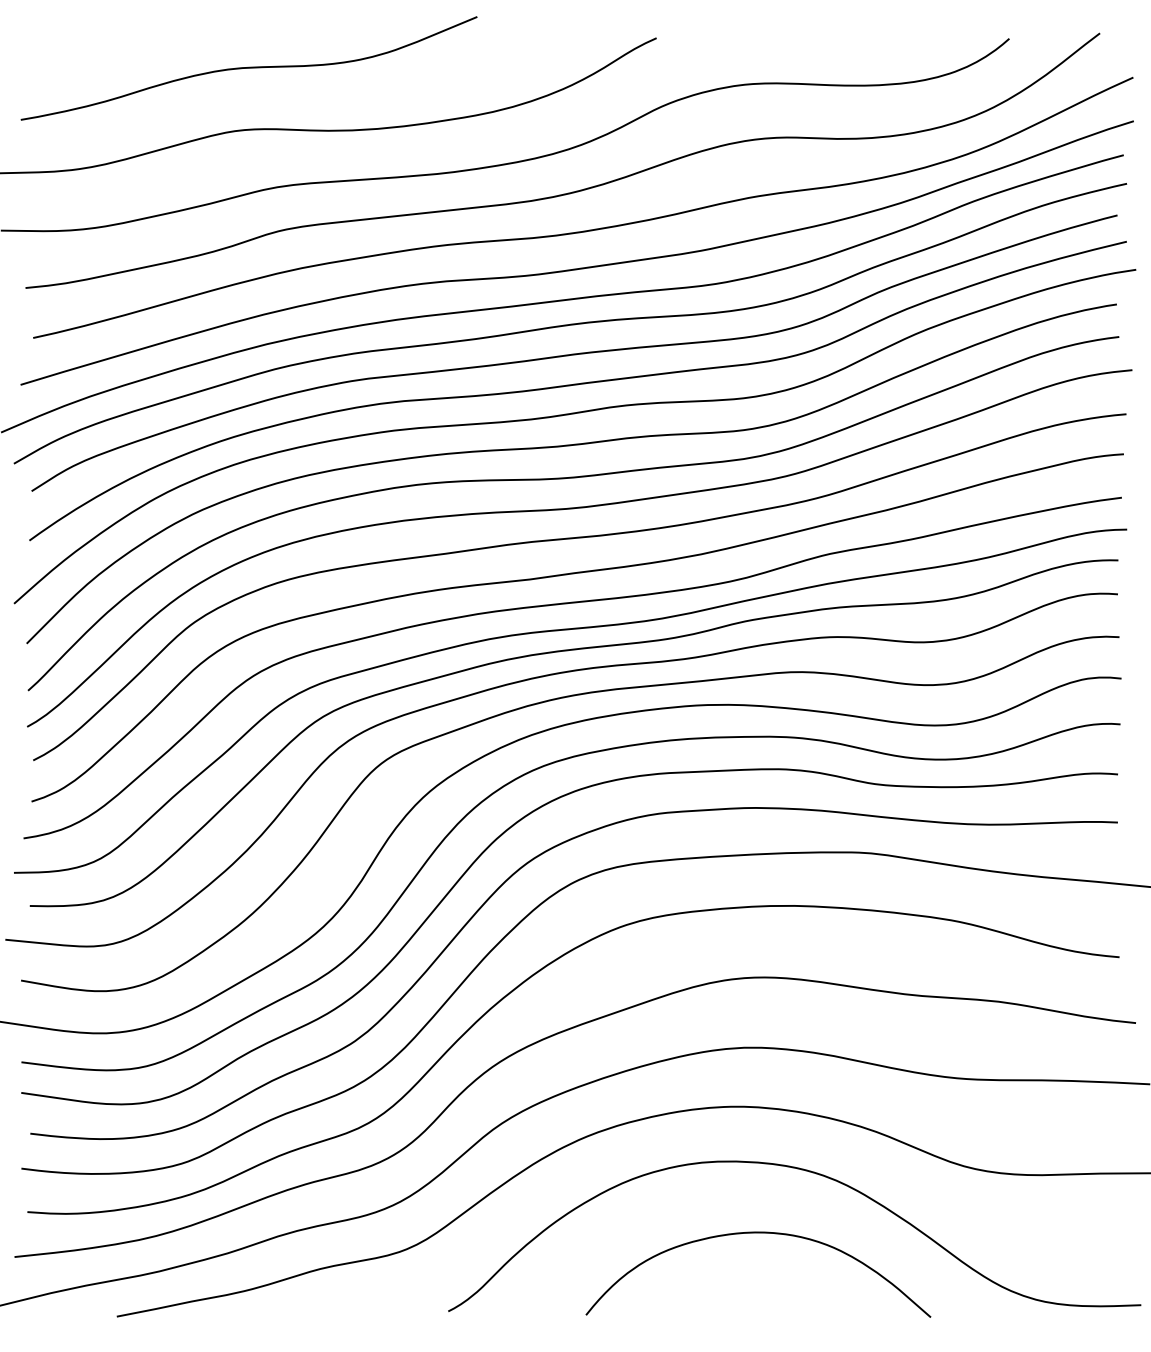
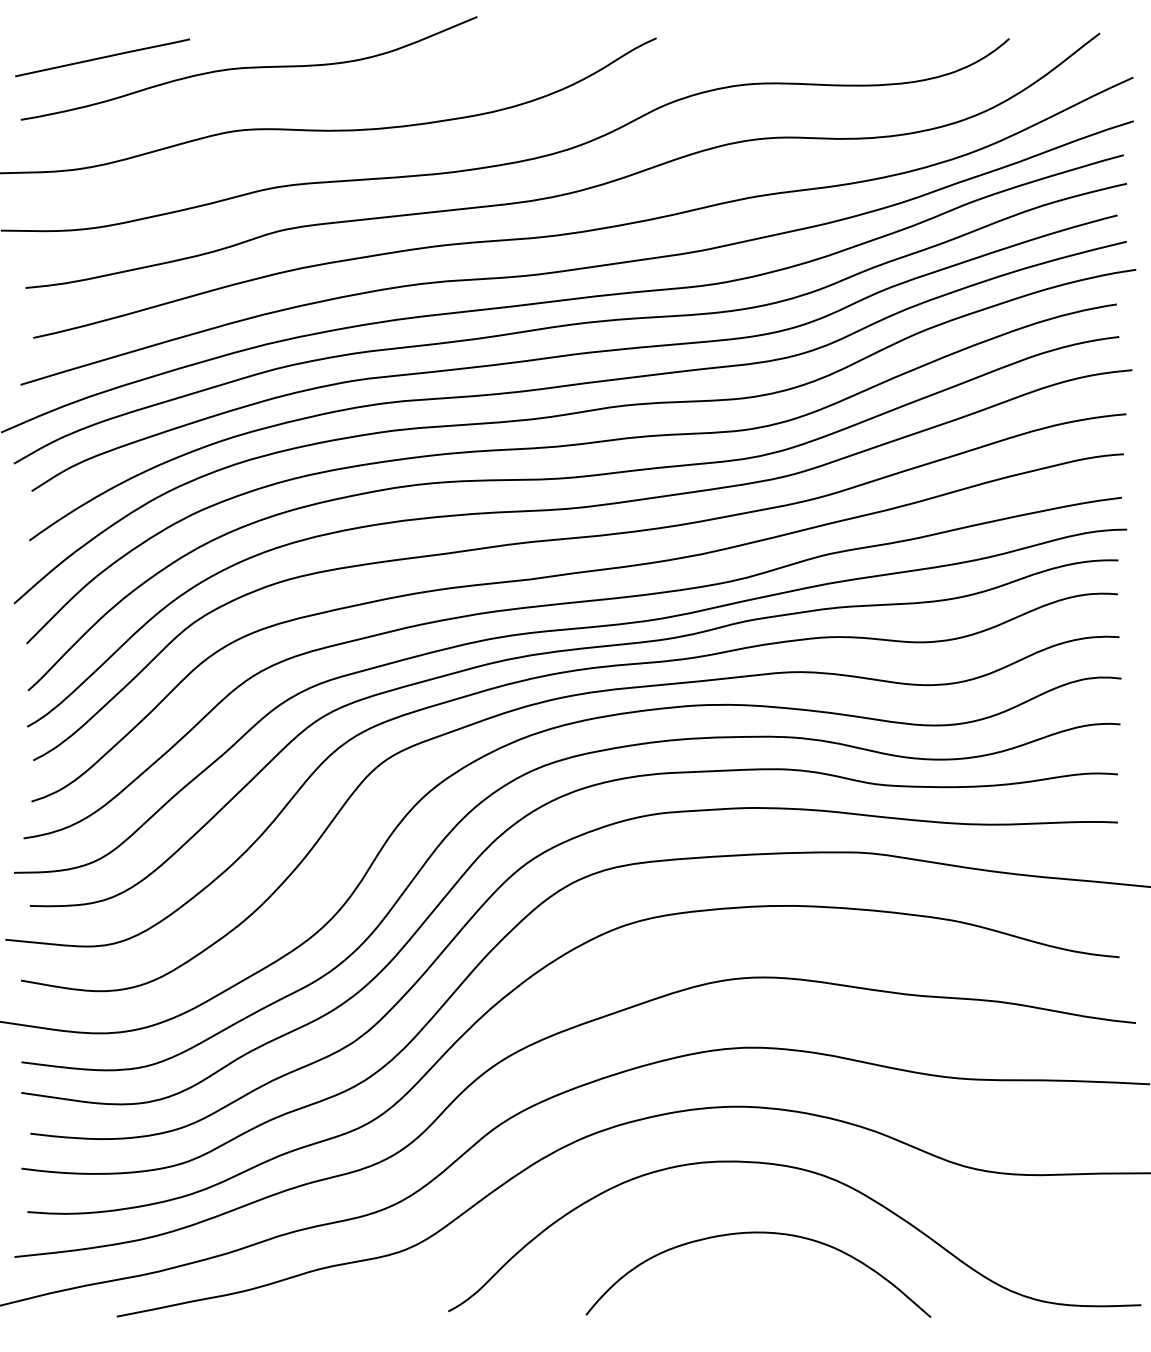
line at (102, 57): none -> present
